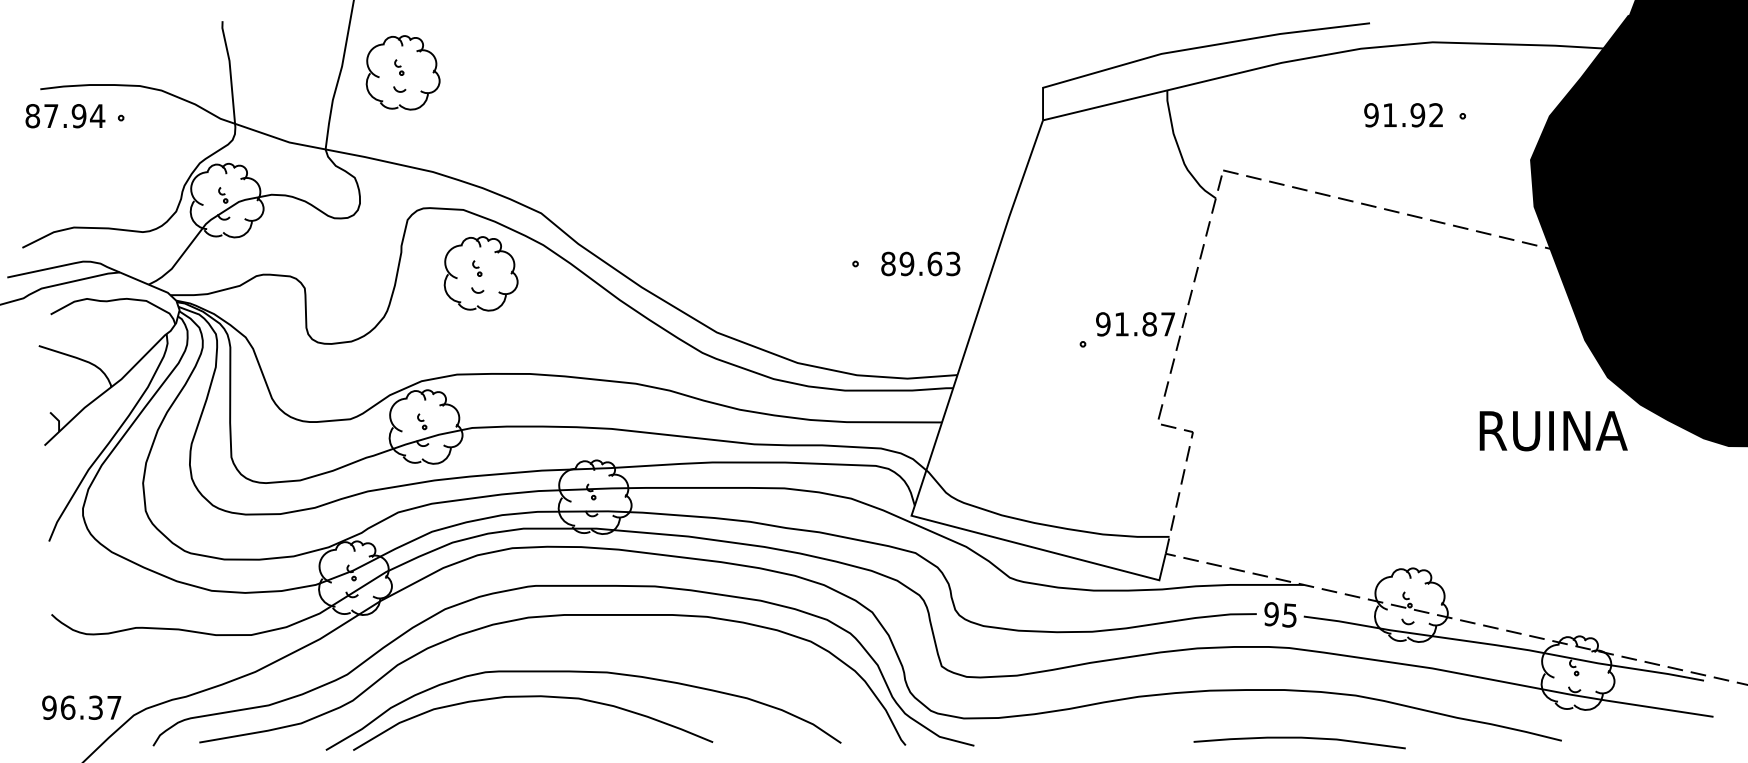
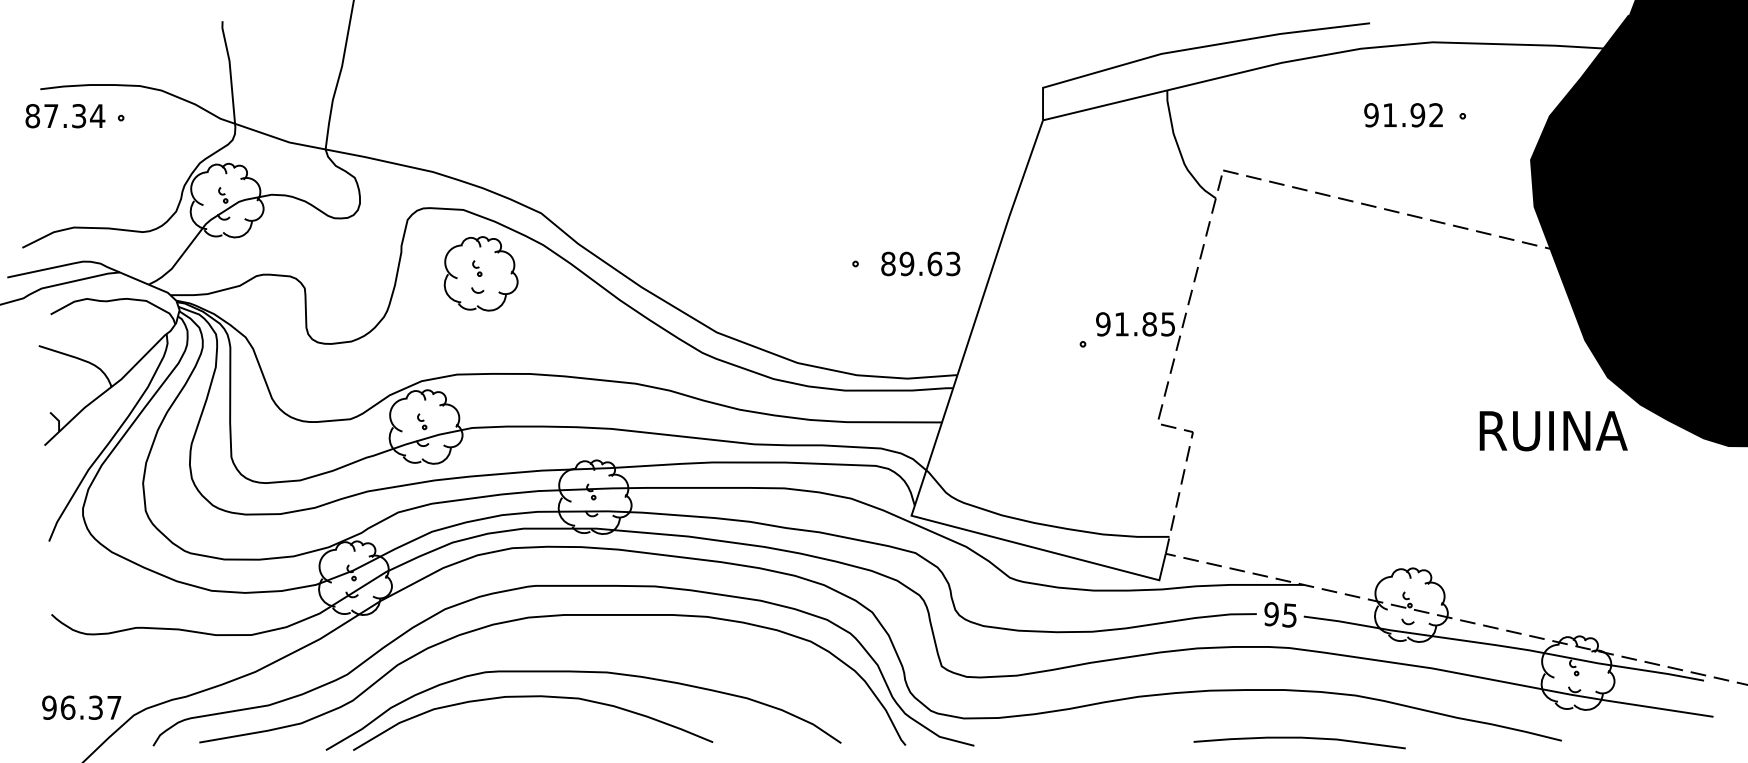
part at (402, 72): present -> none
text at (78, 116): 87.94 -> 87.34
text at (1168, 324): 91.87 -> 91.85
